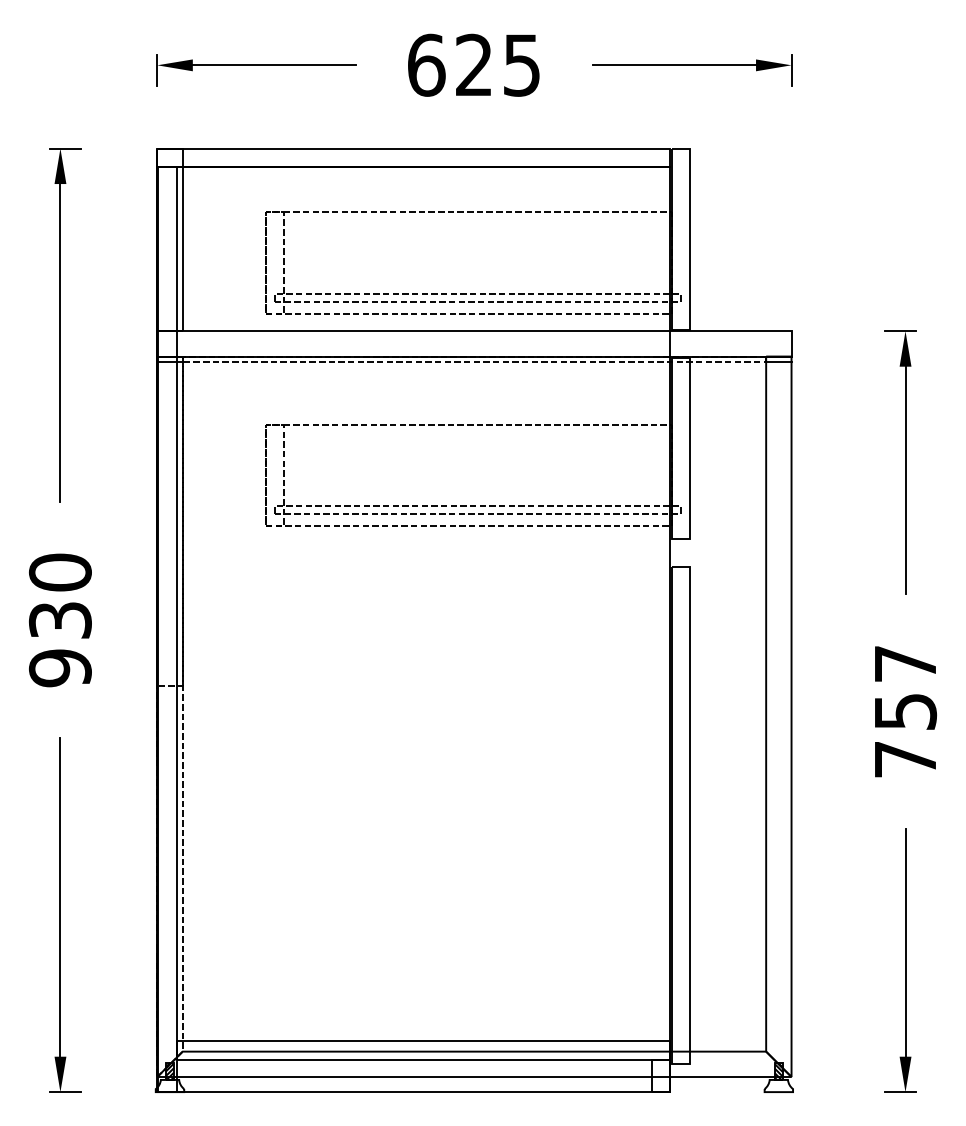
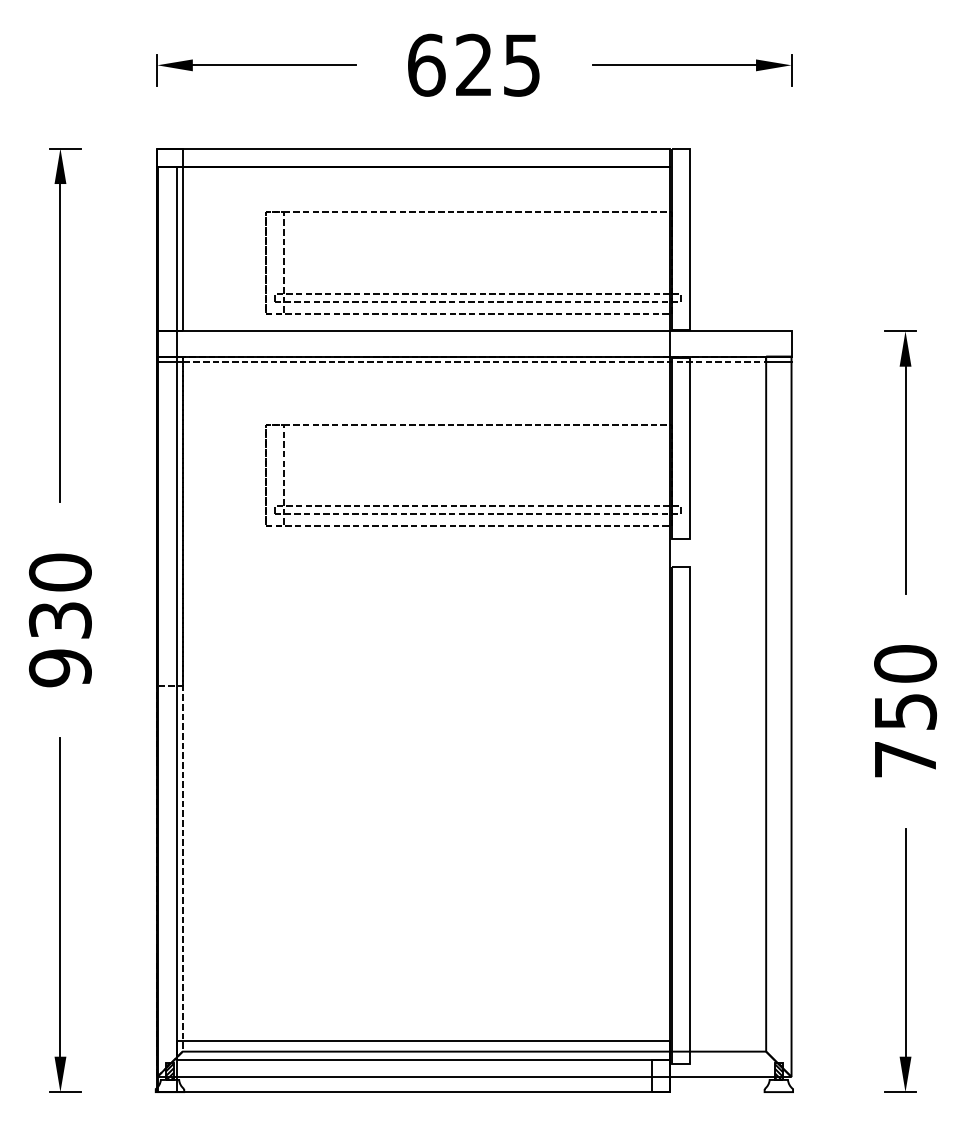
text at (905, 663): 757 -> 750
